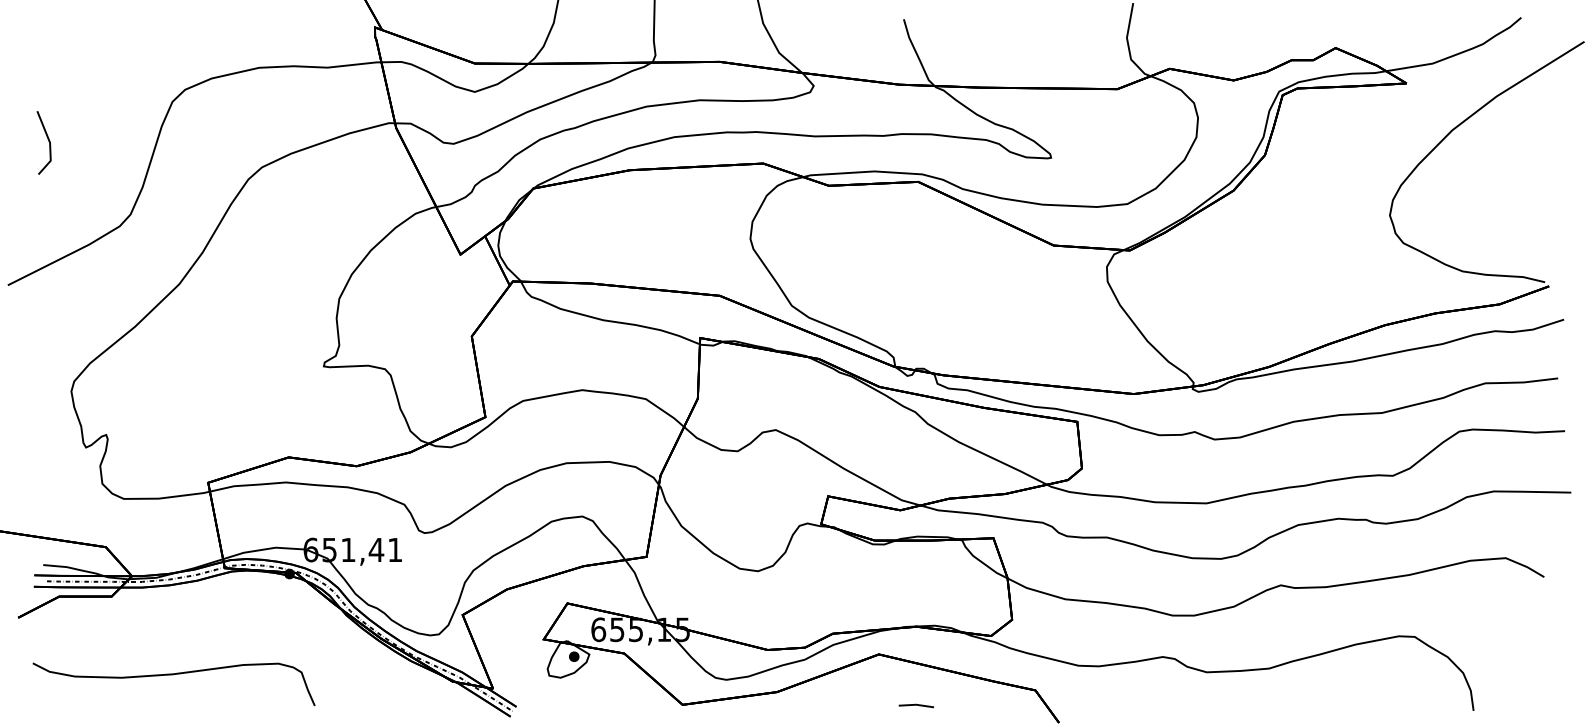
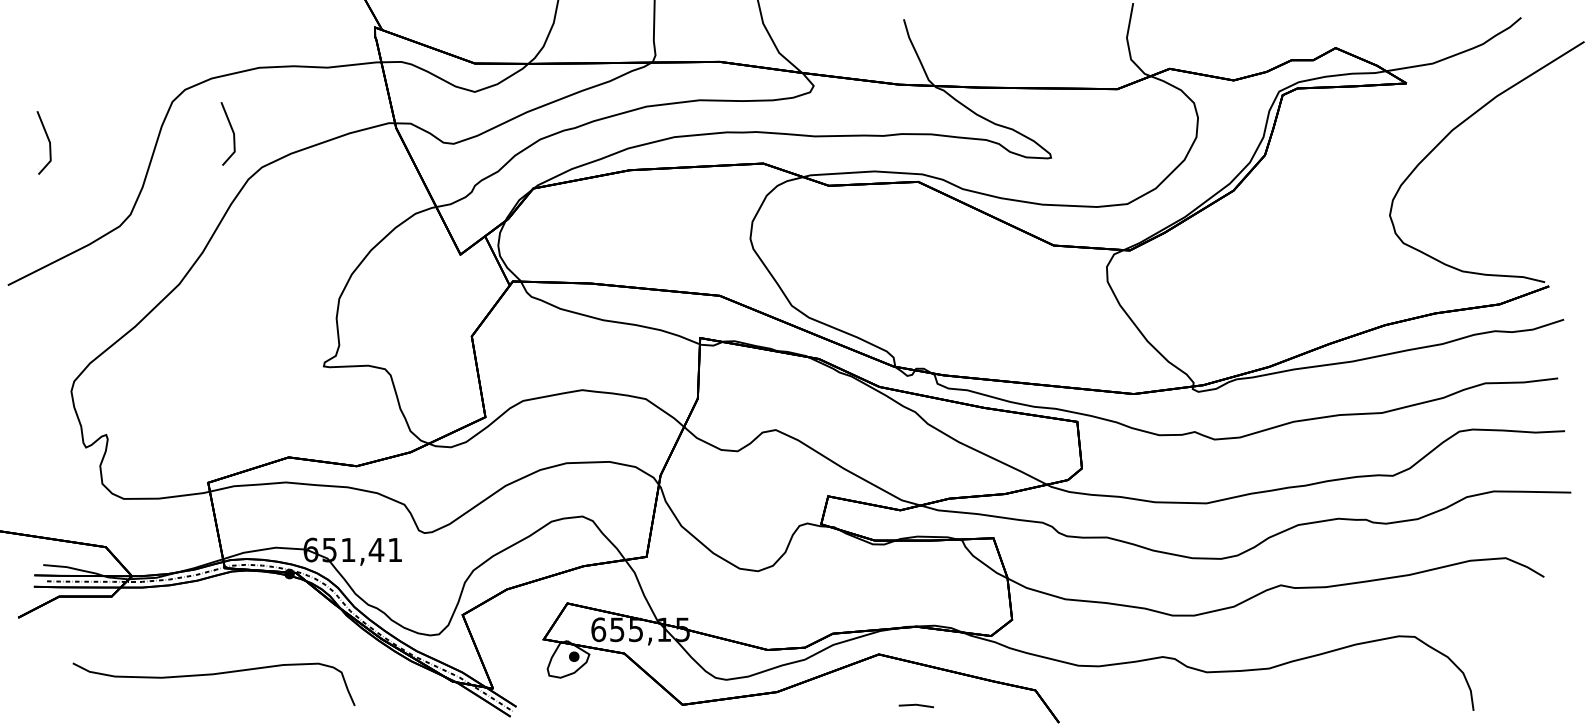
line at (231, 130): none -> present
curve at (173, 675) position: (173, 675) -> (213, 675)
